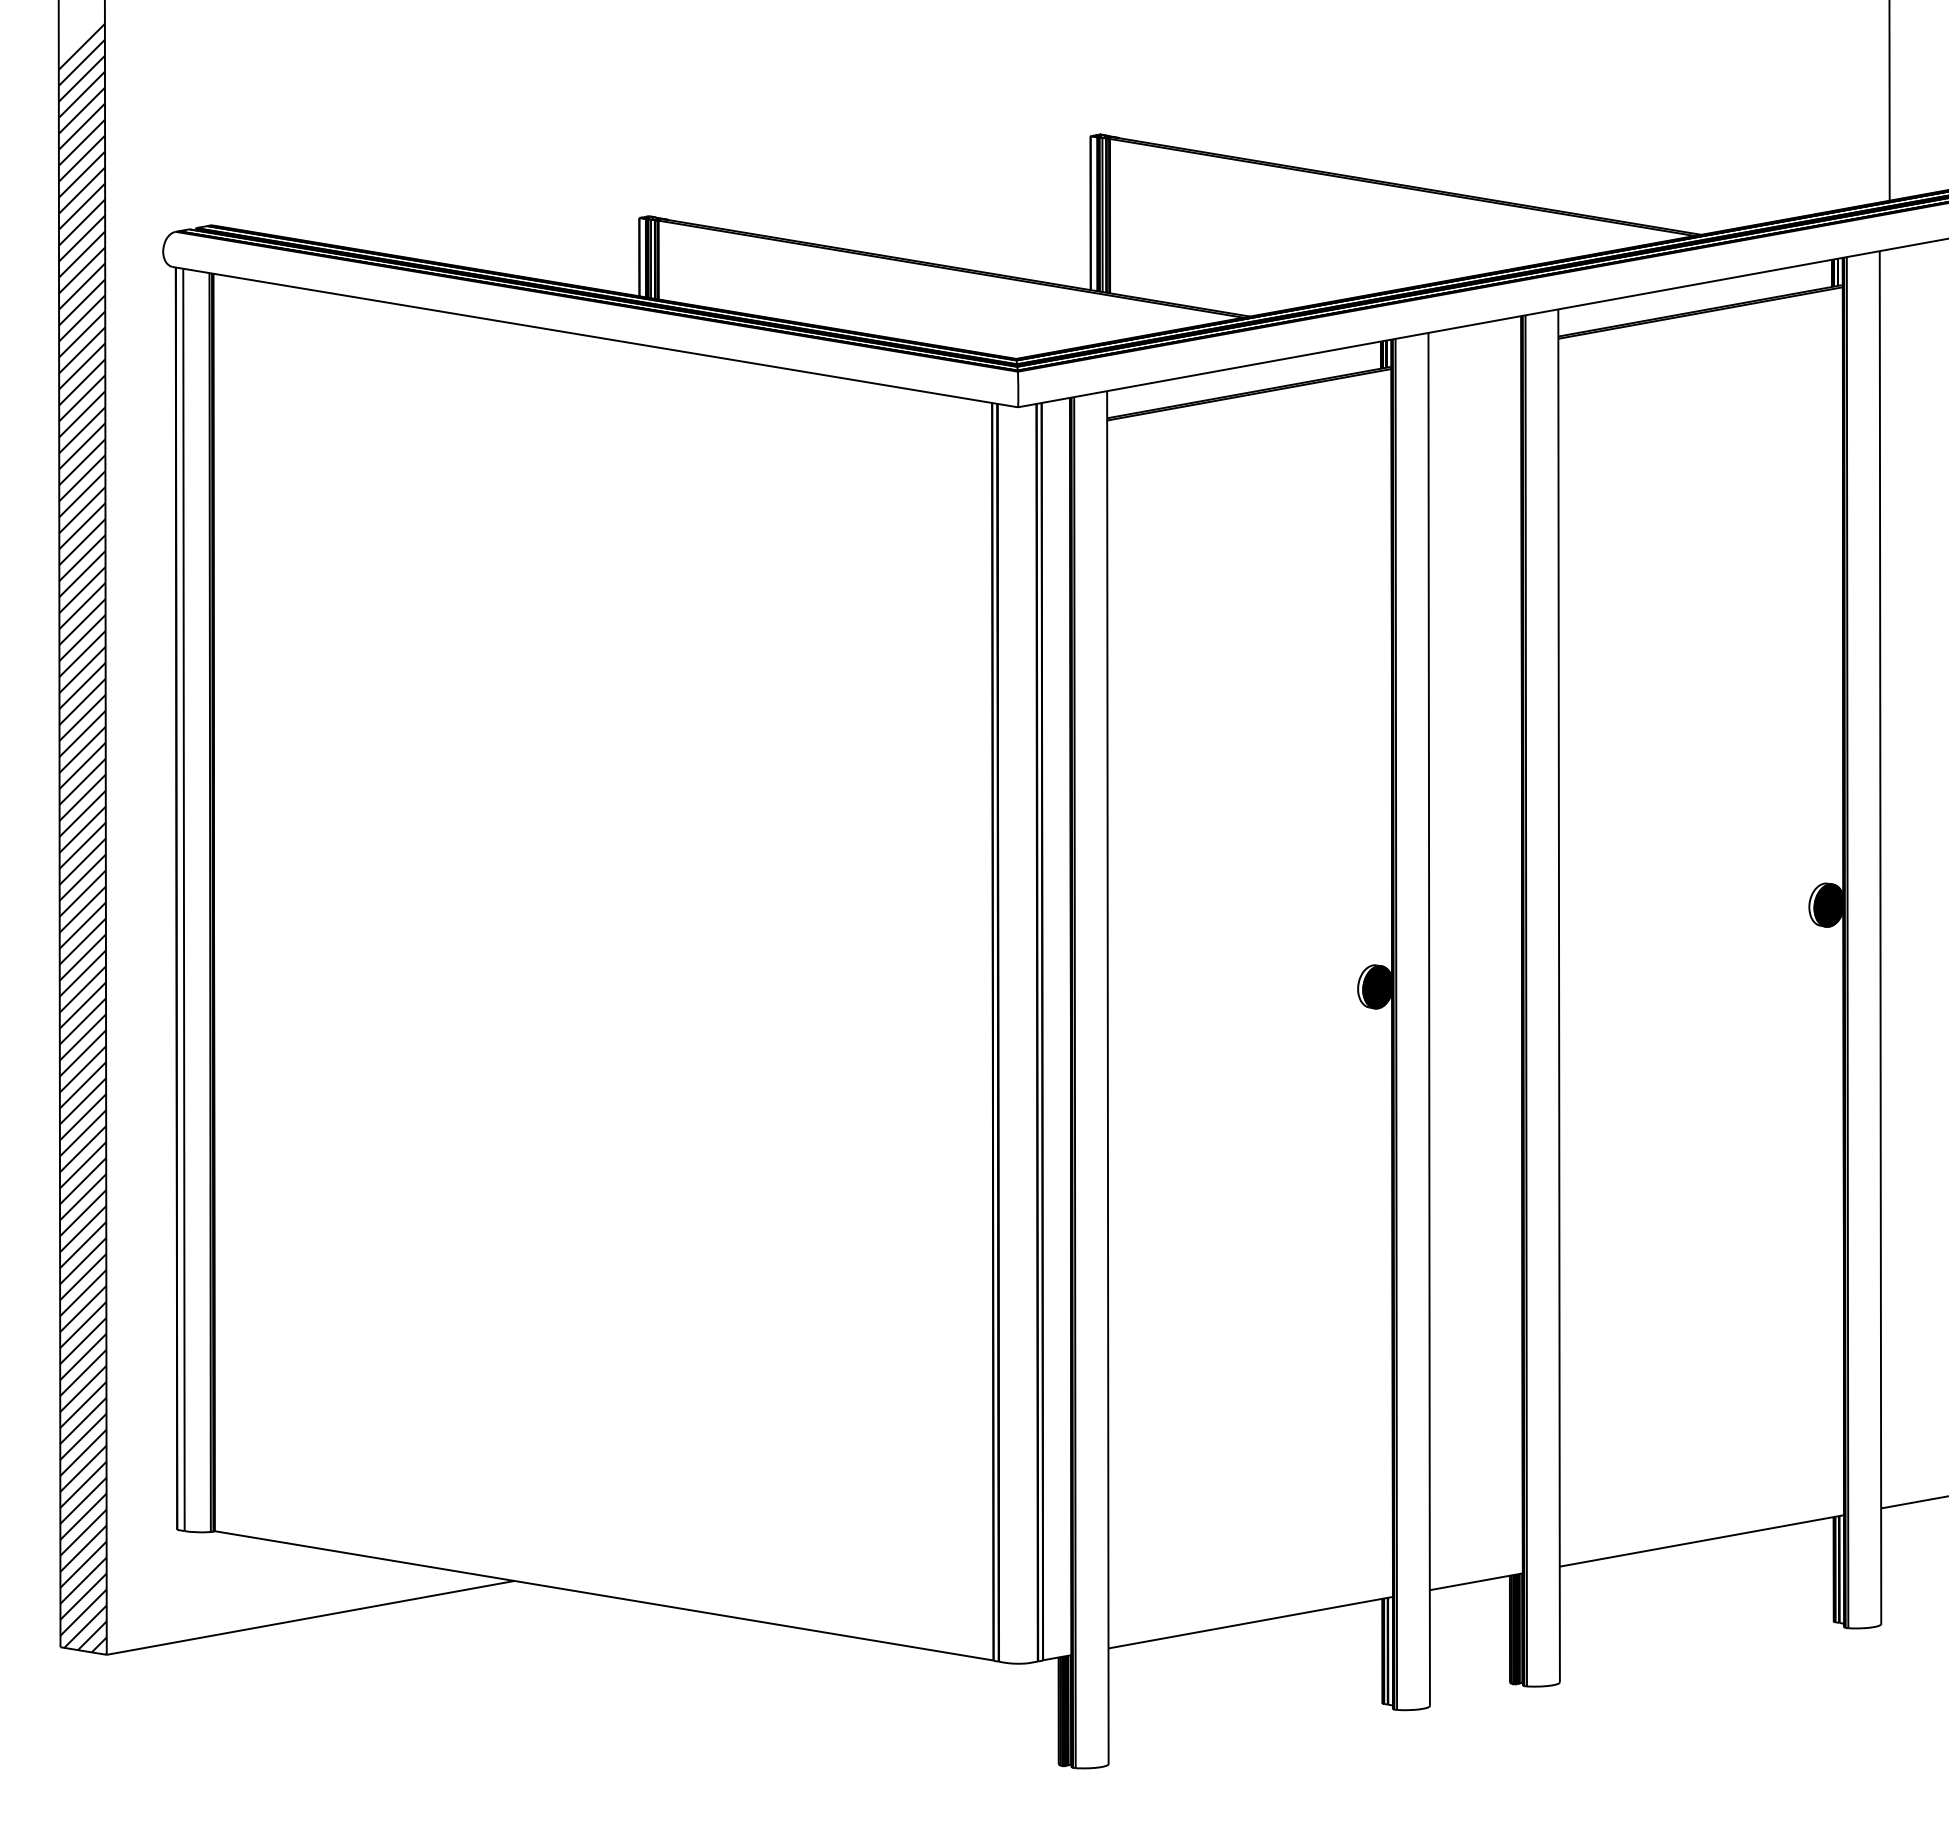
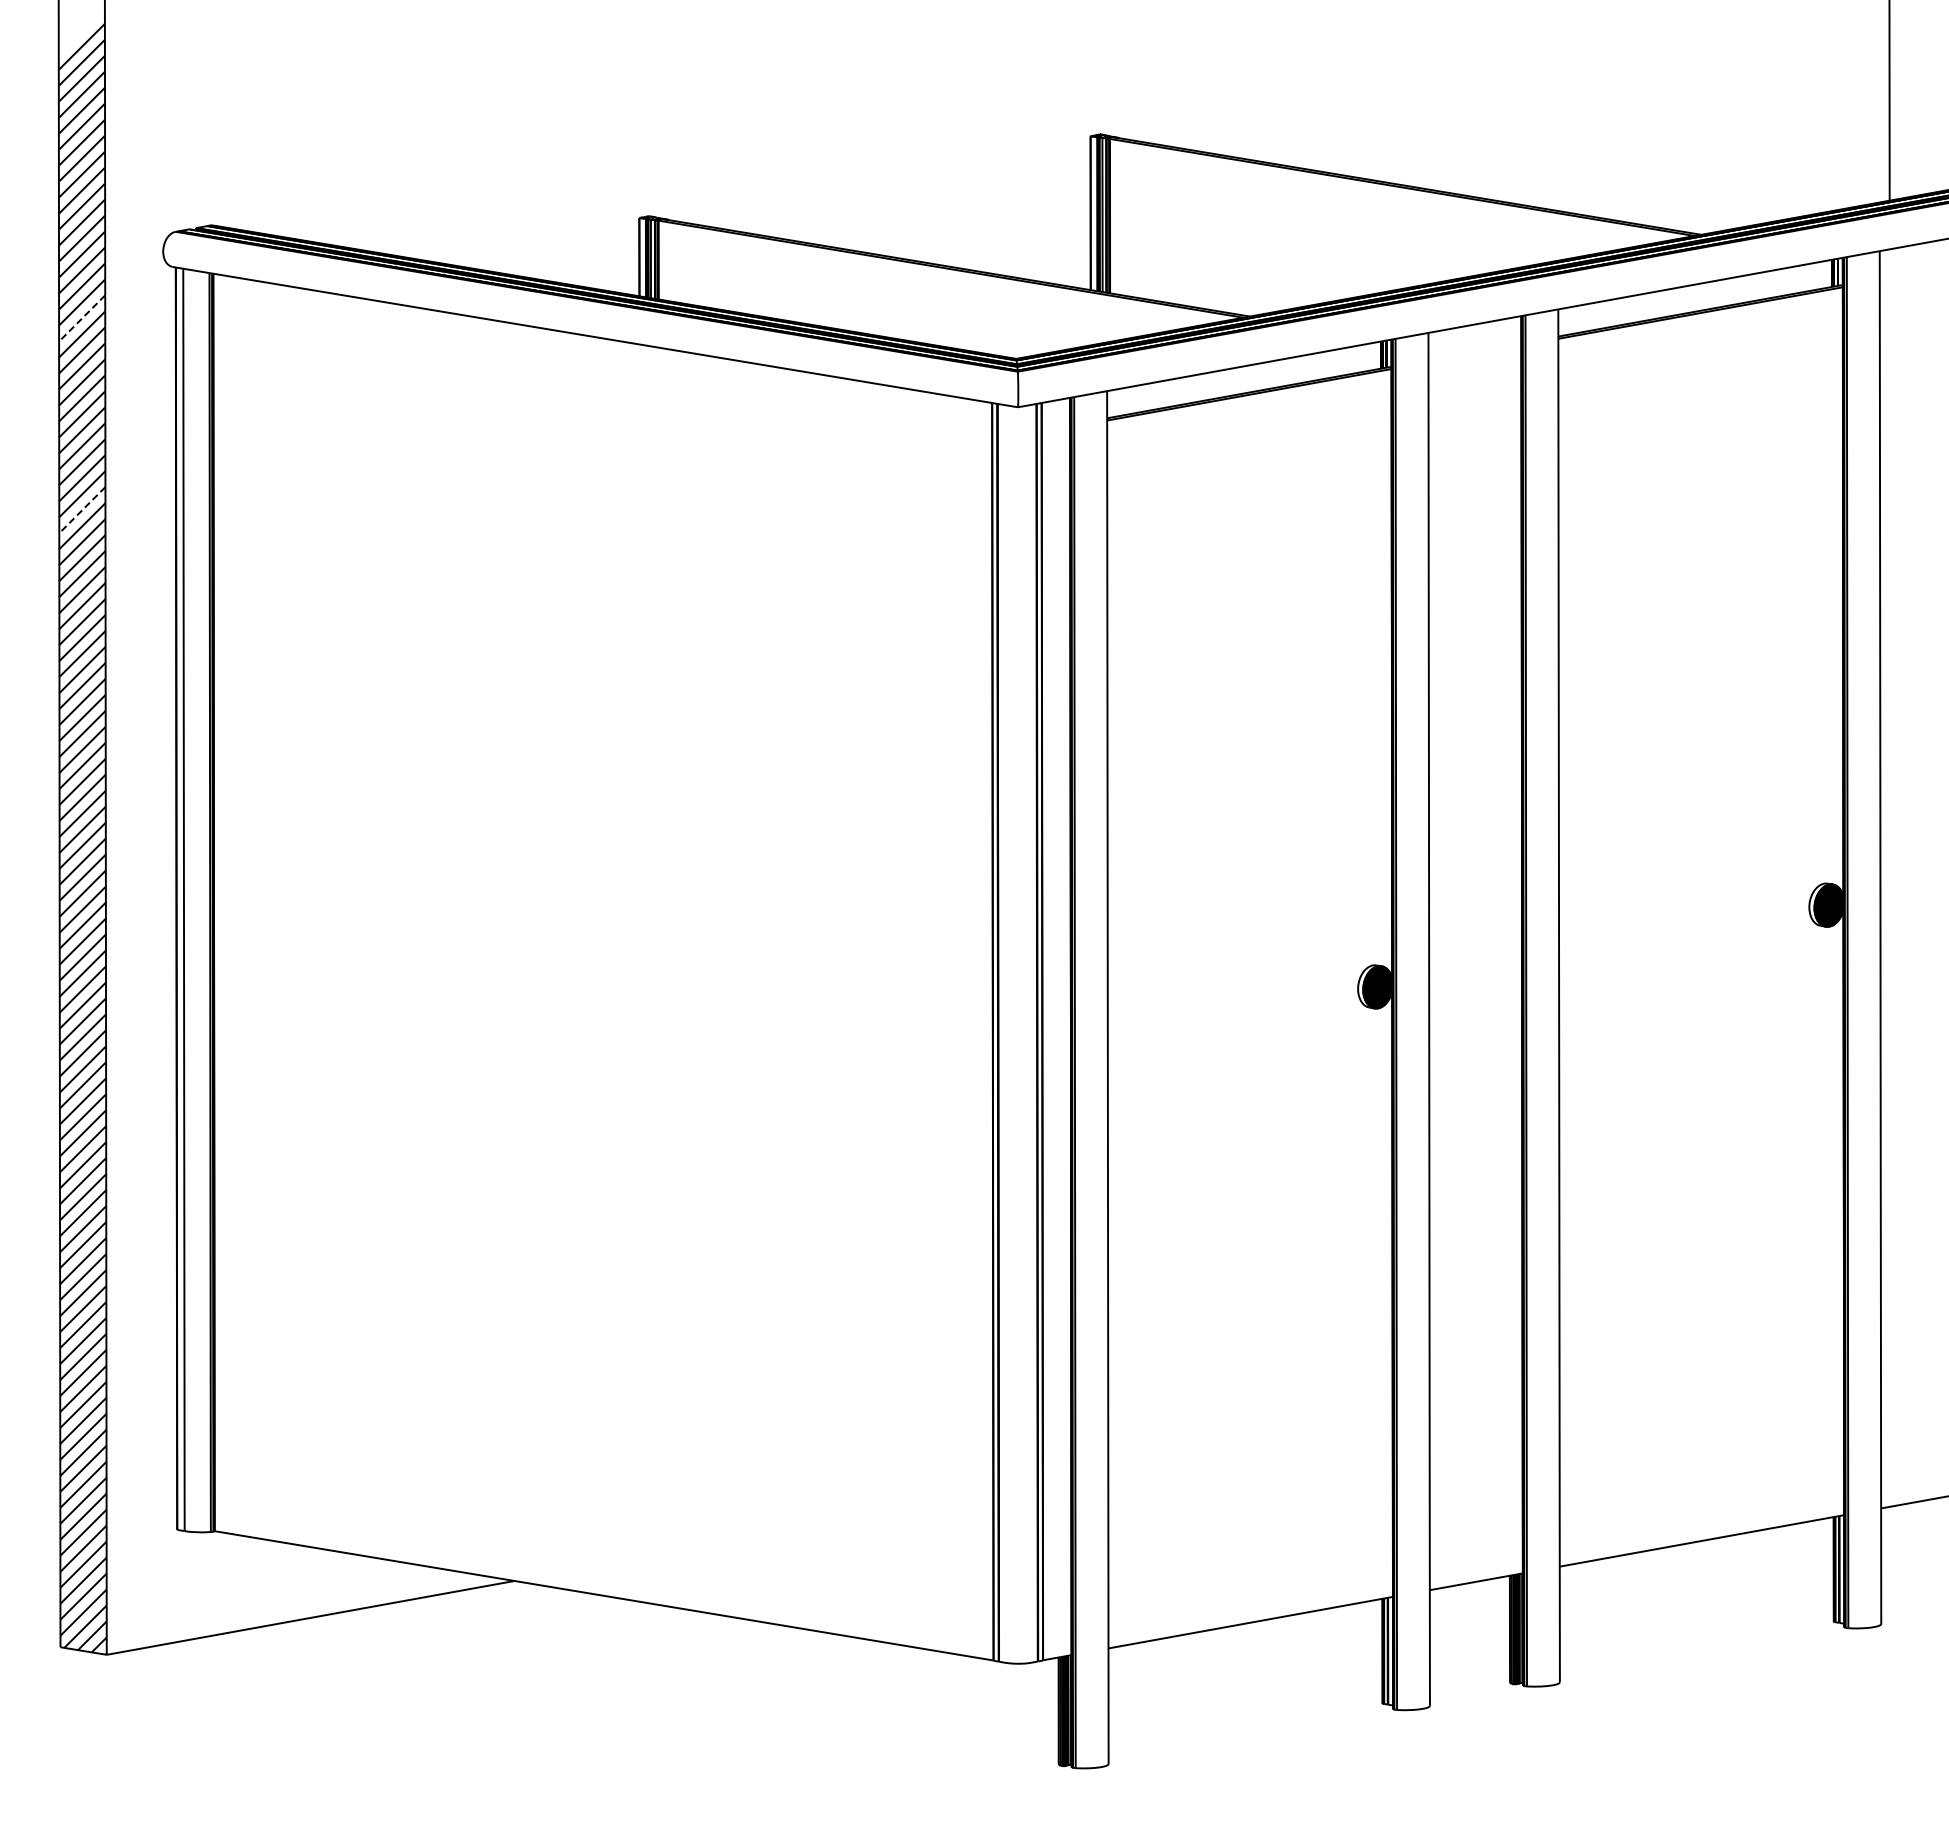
line at (82, 318): solid -> dashed
line at (82, 510): solid -> dashed
